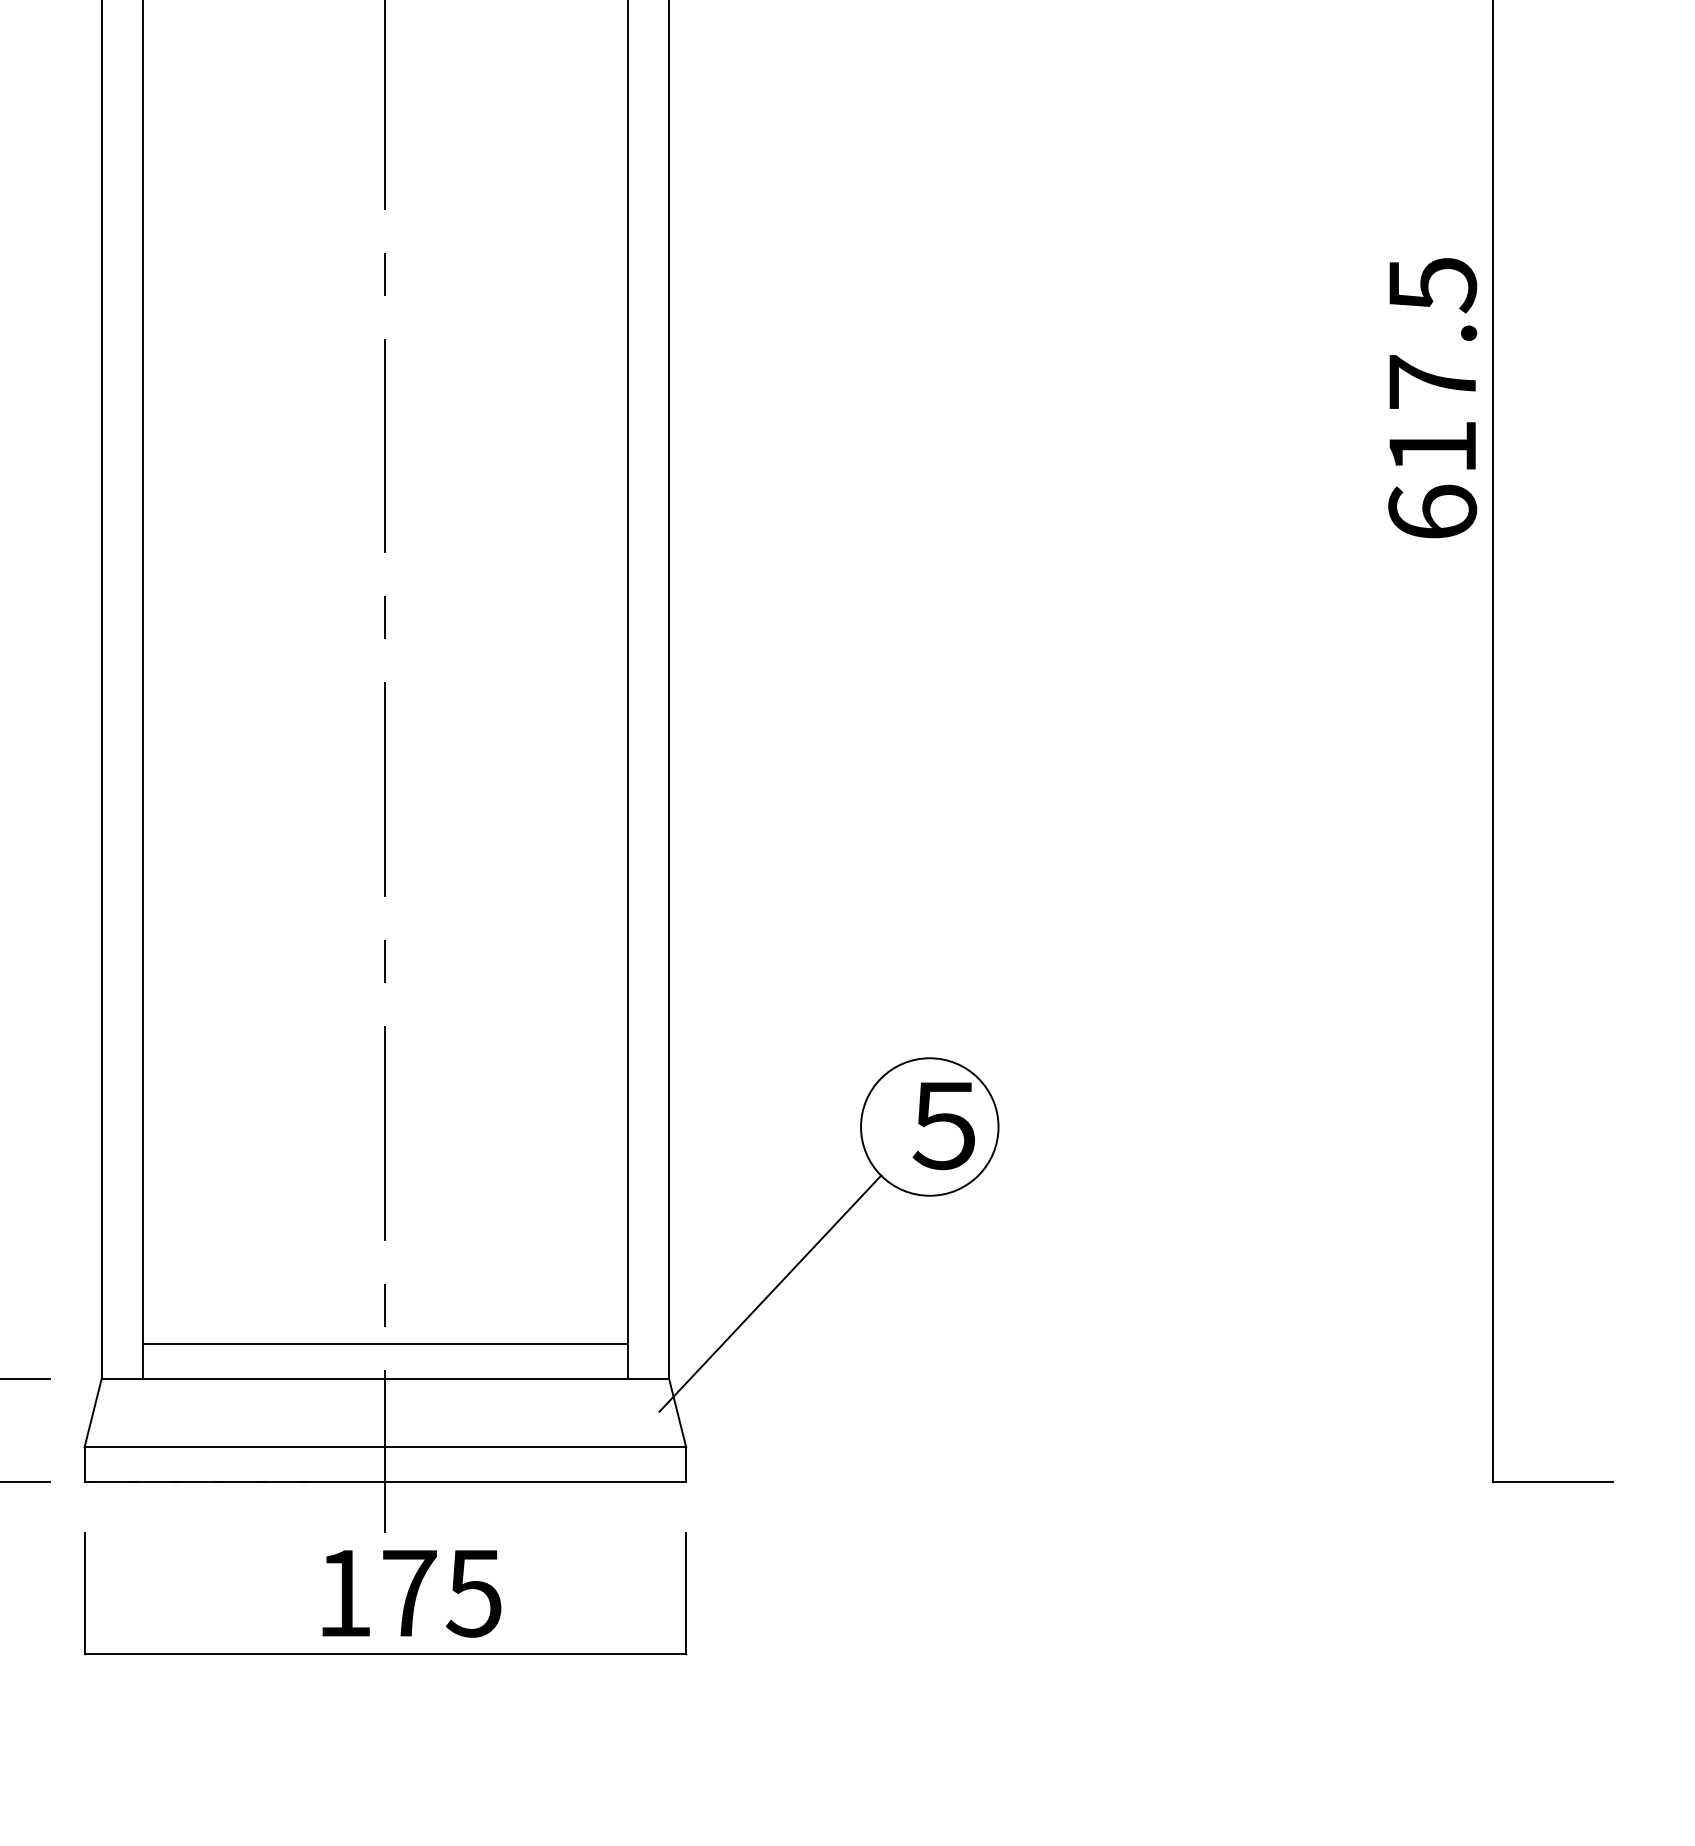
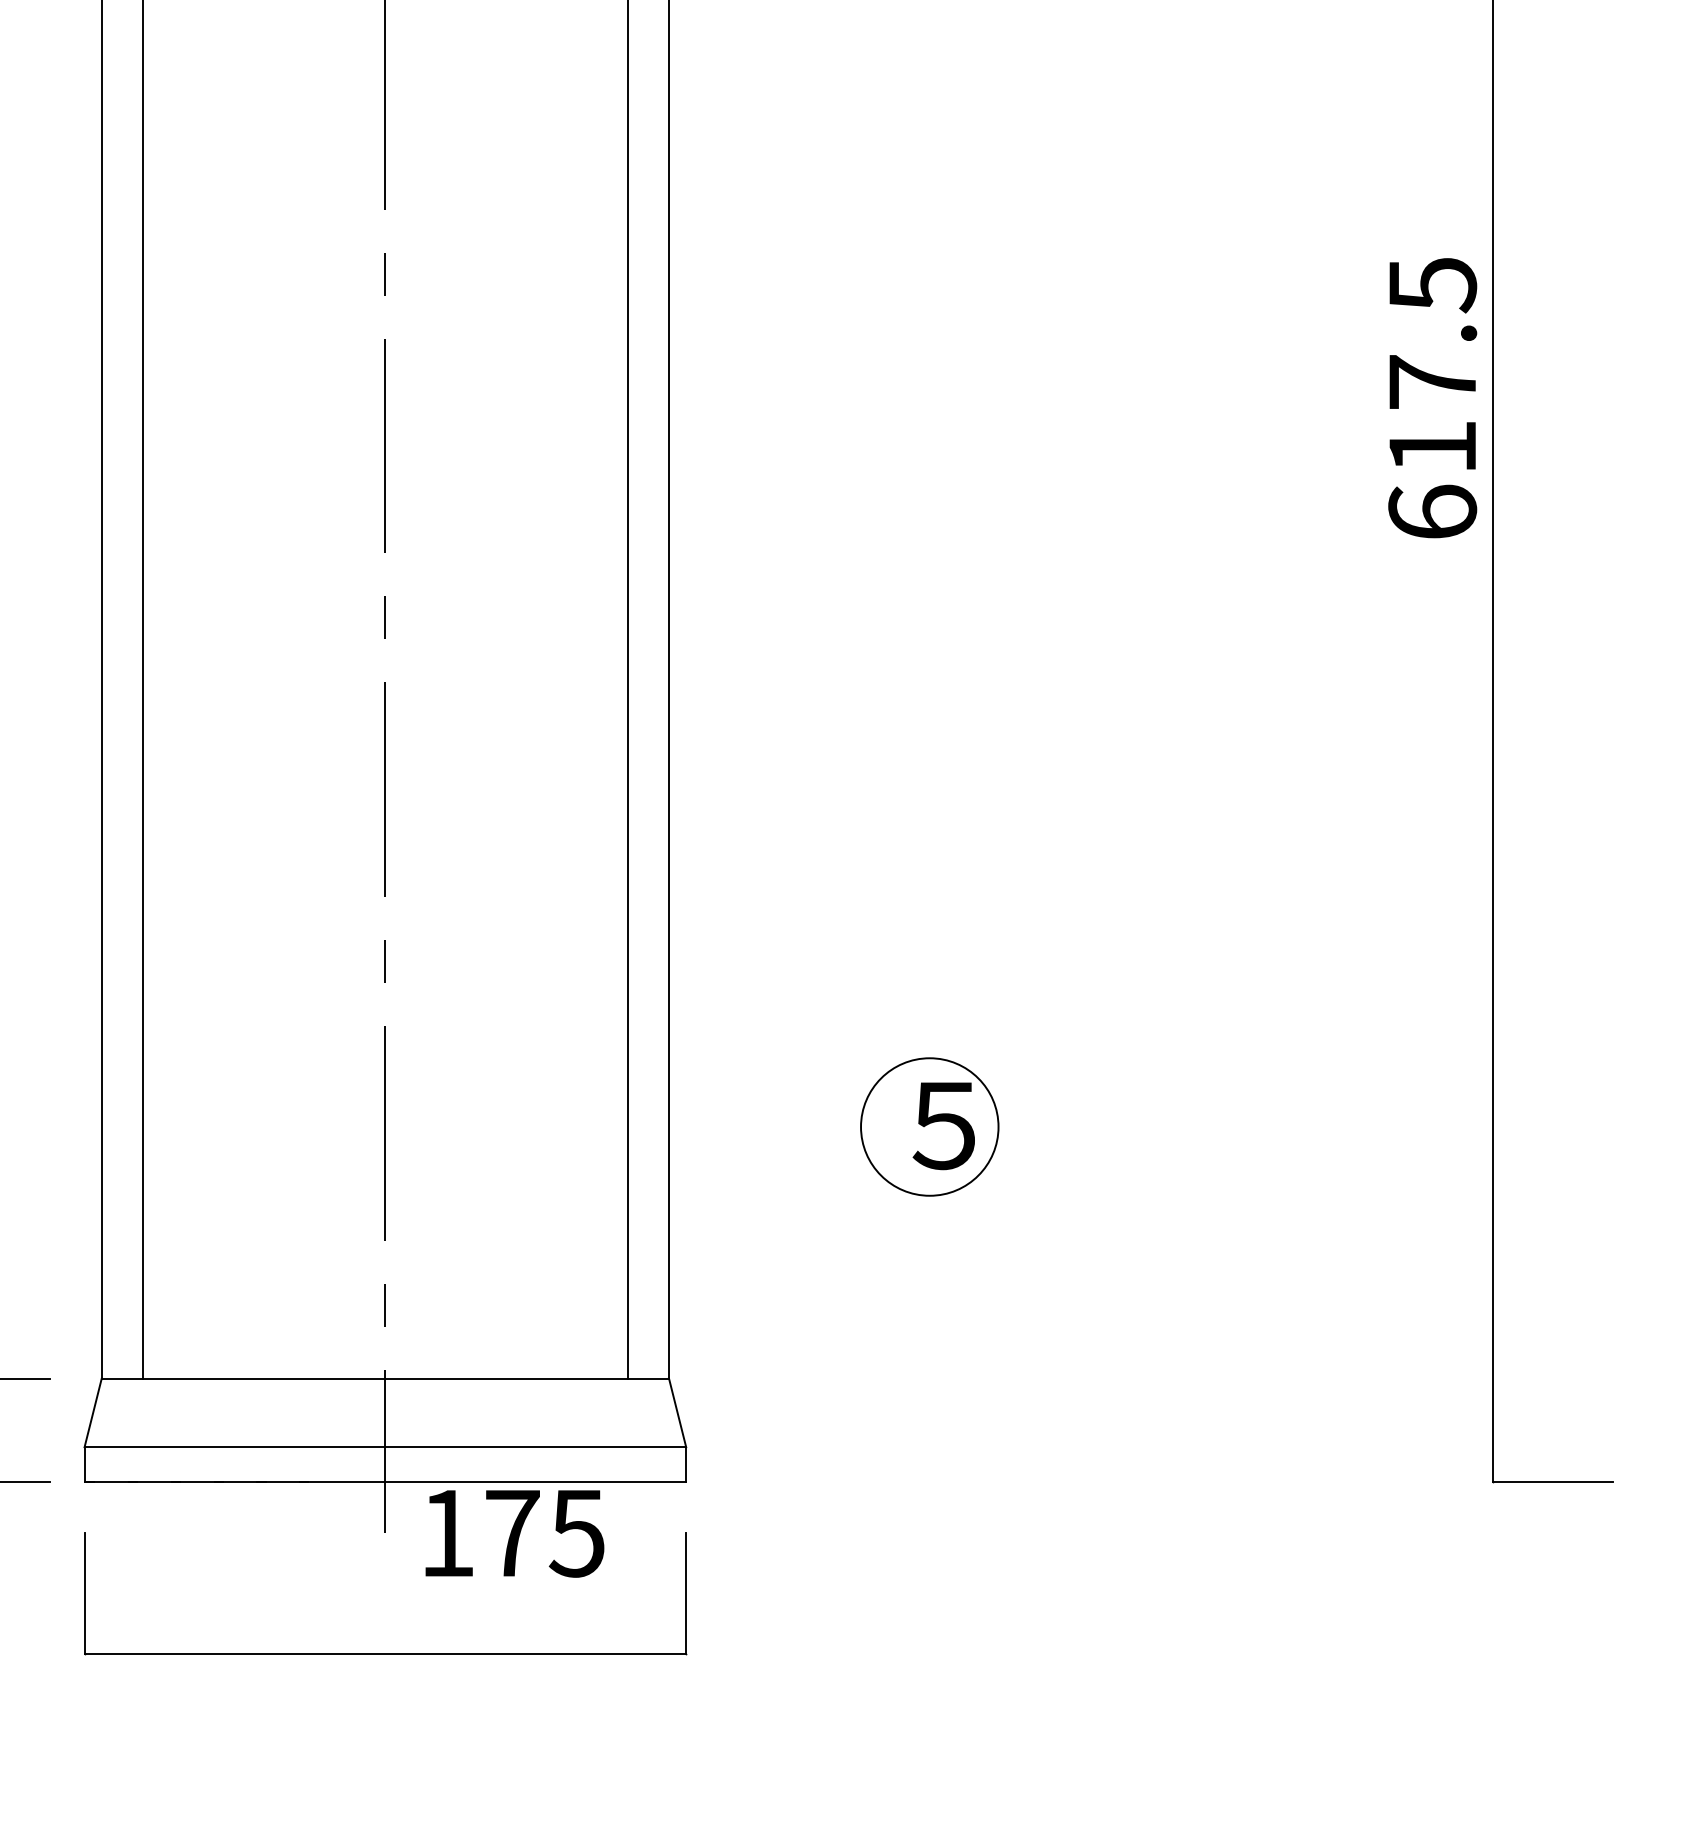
line at (770, 1293): present -> none
line at (385, 1344): present -> none
text at (411, 1593) position: (411, 1593) -> (514, 1533)
